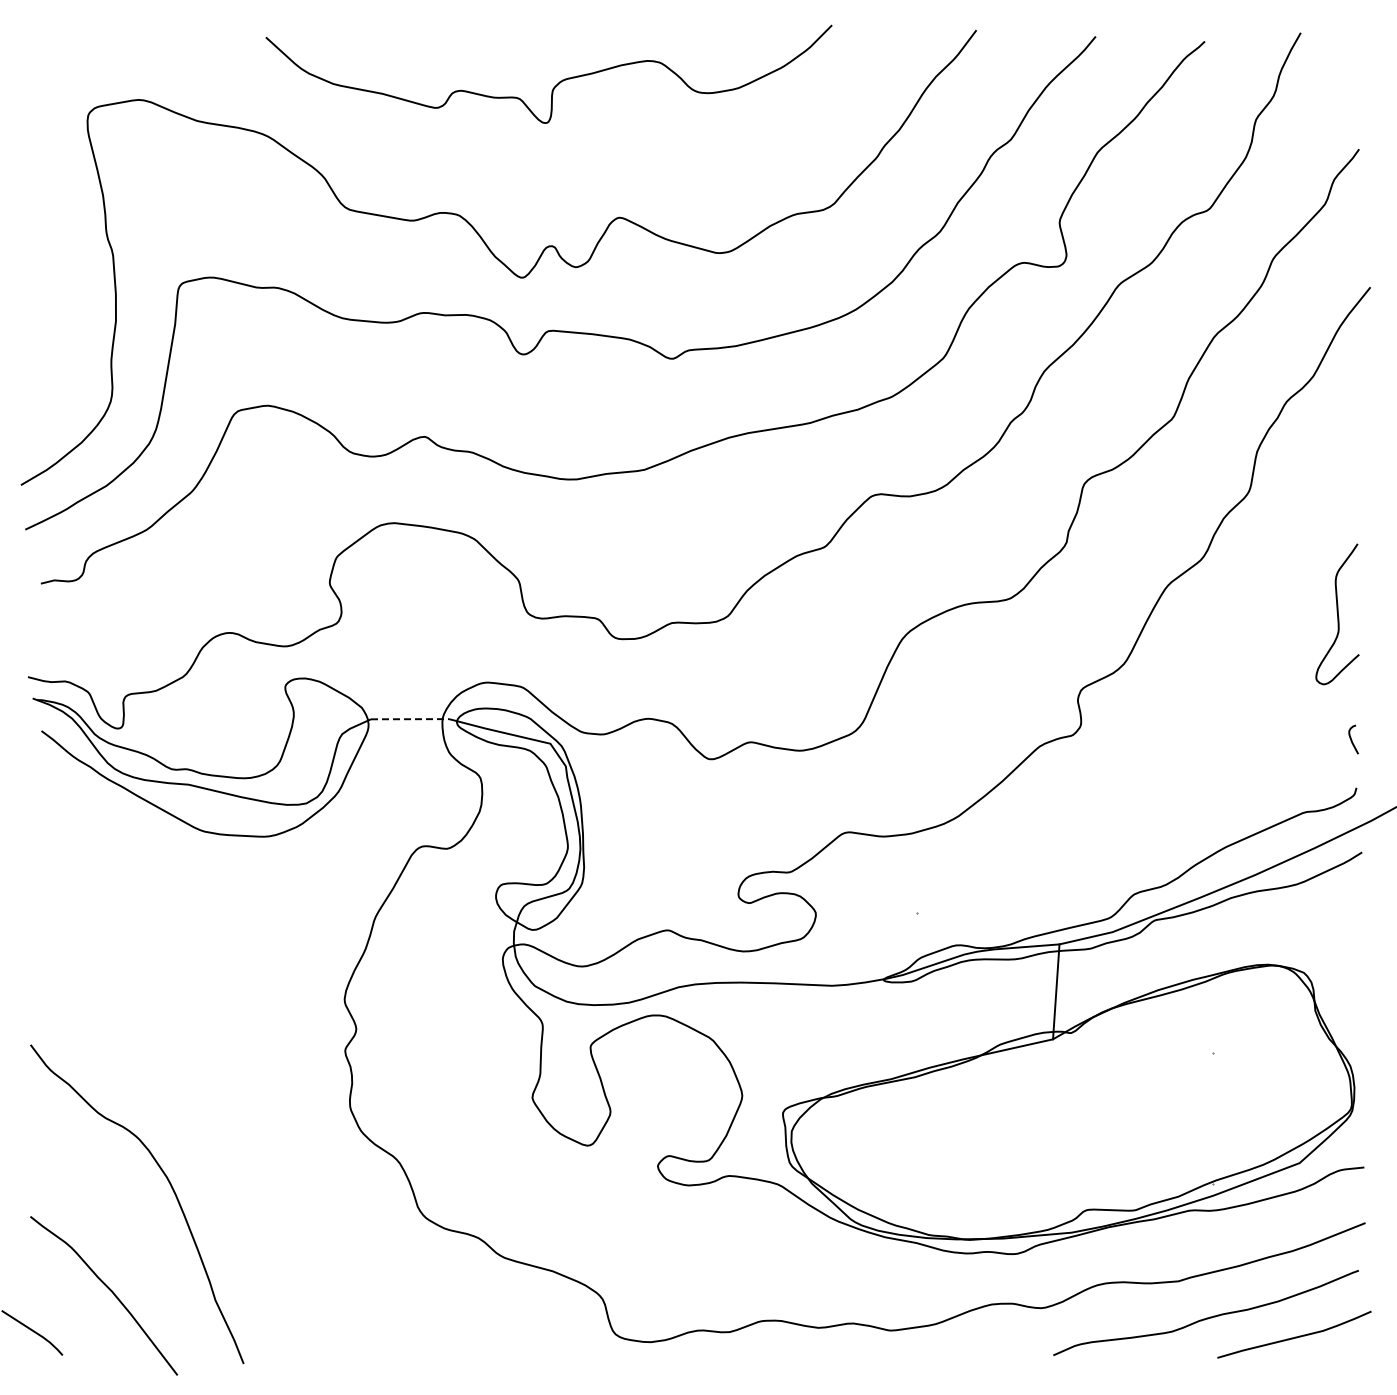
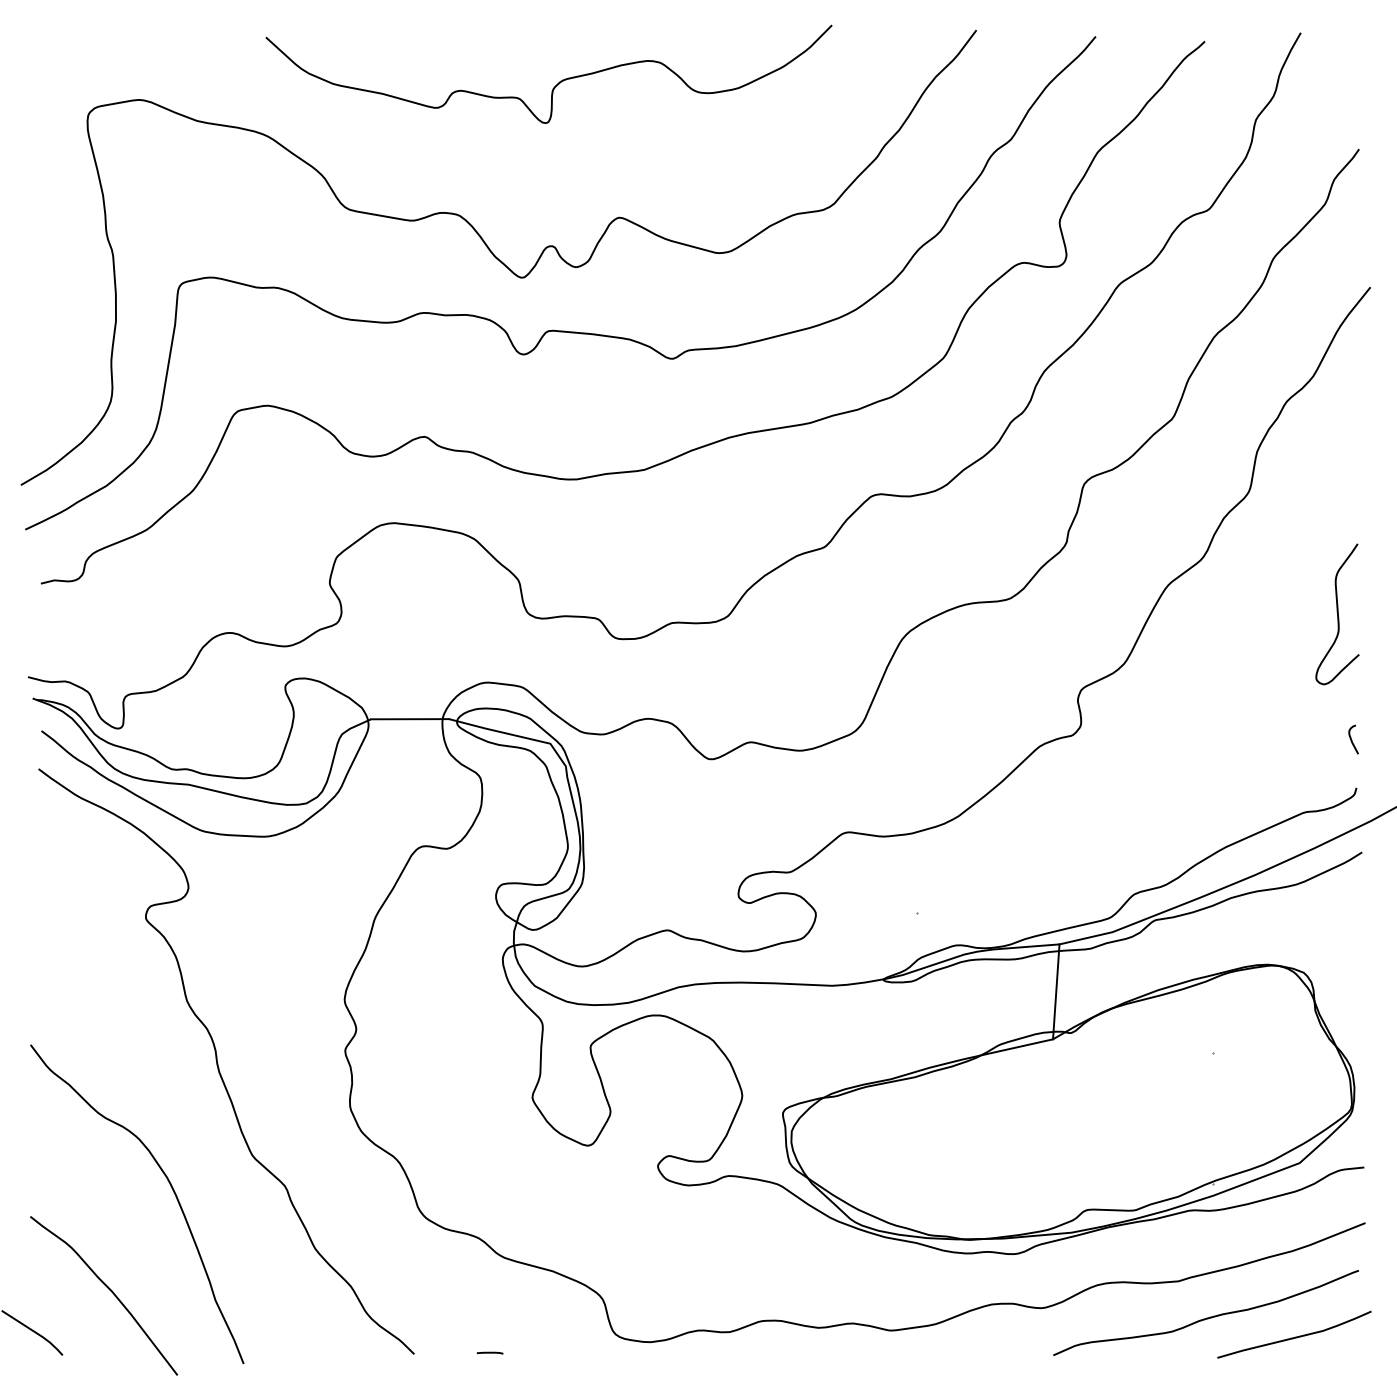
line at (410, 719): dashed -> solid
curve at (218, 1063): none -> present
line at (489, 1352): none -> present
